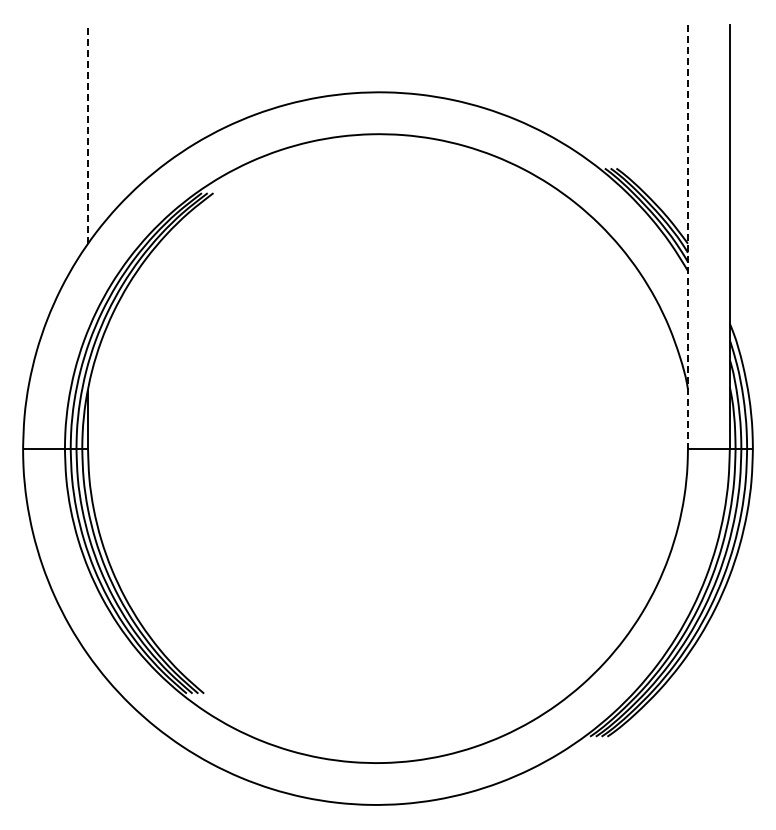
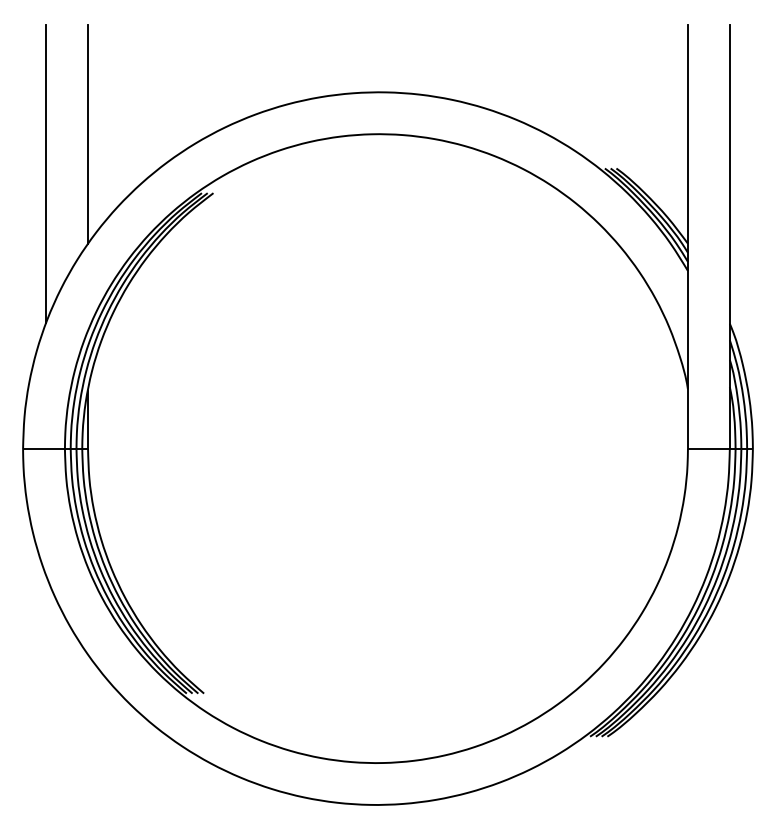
line at (88, 134): dashed -> solid
line at (46, 173): none -> present
line at (687, 237): dashed -> solid
